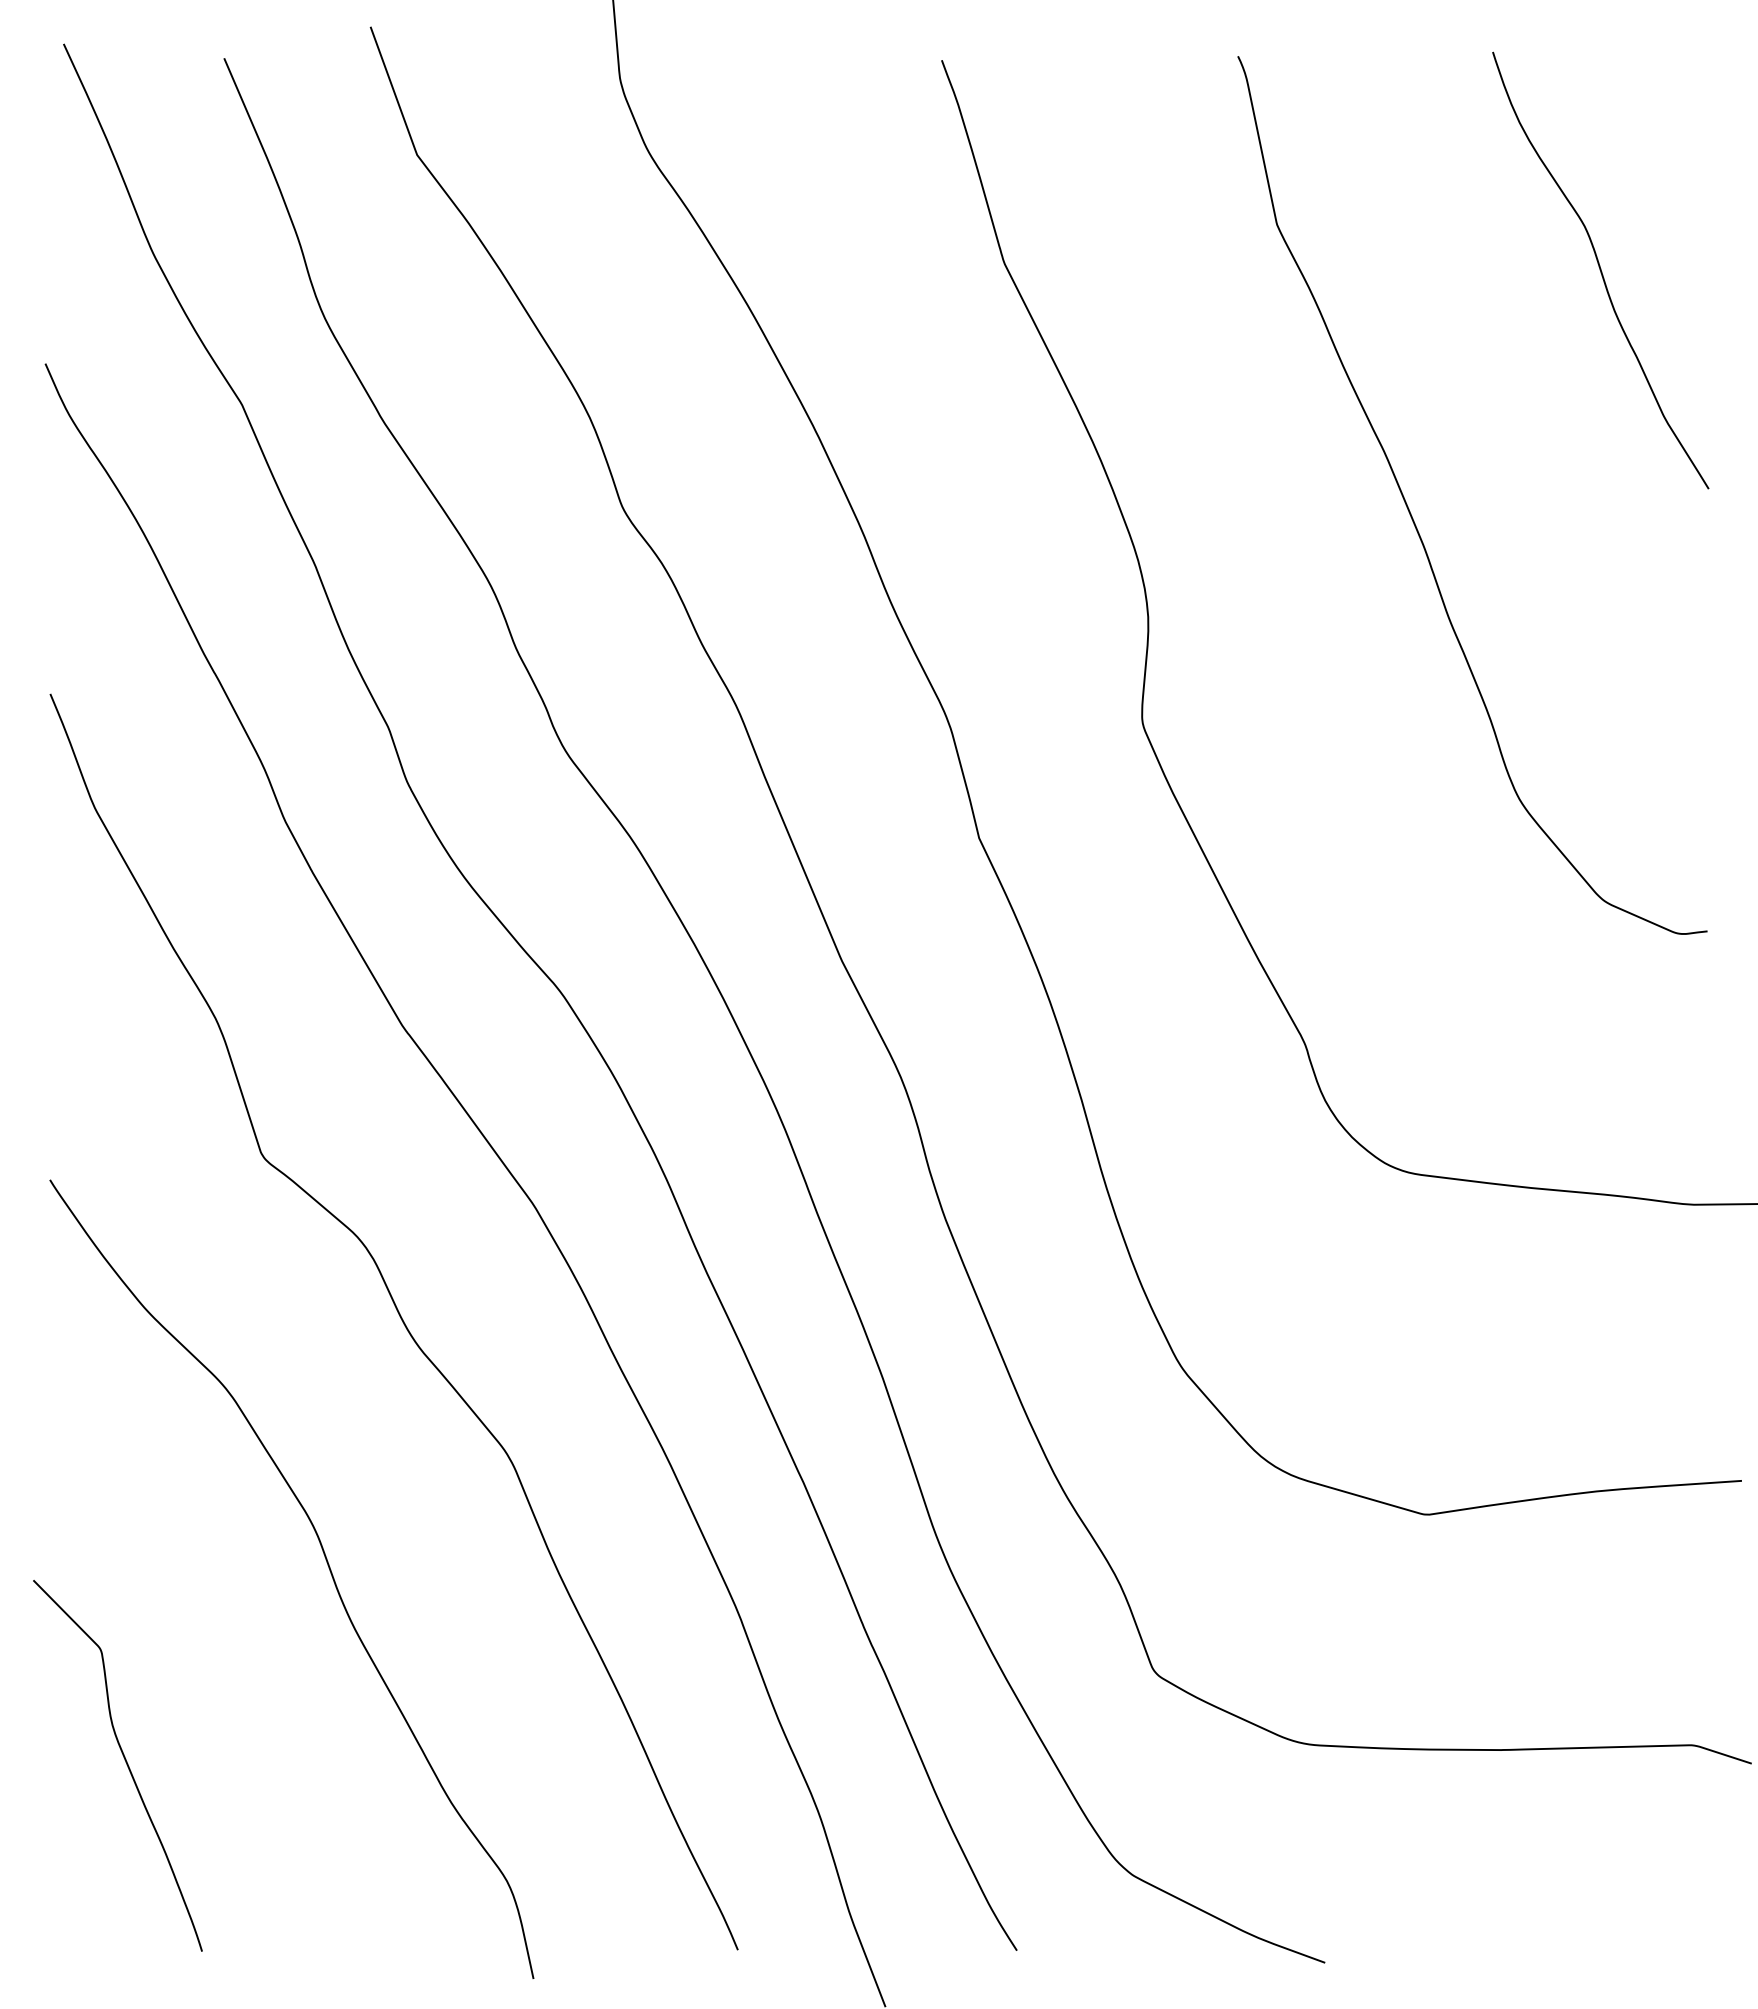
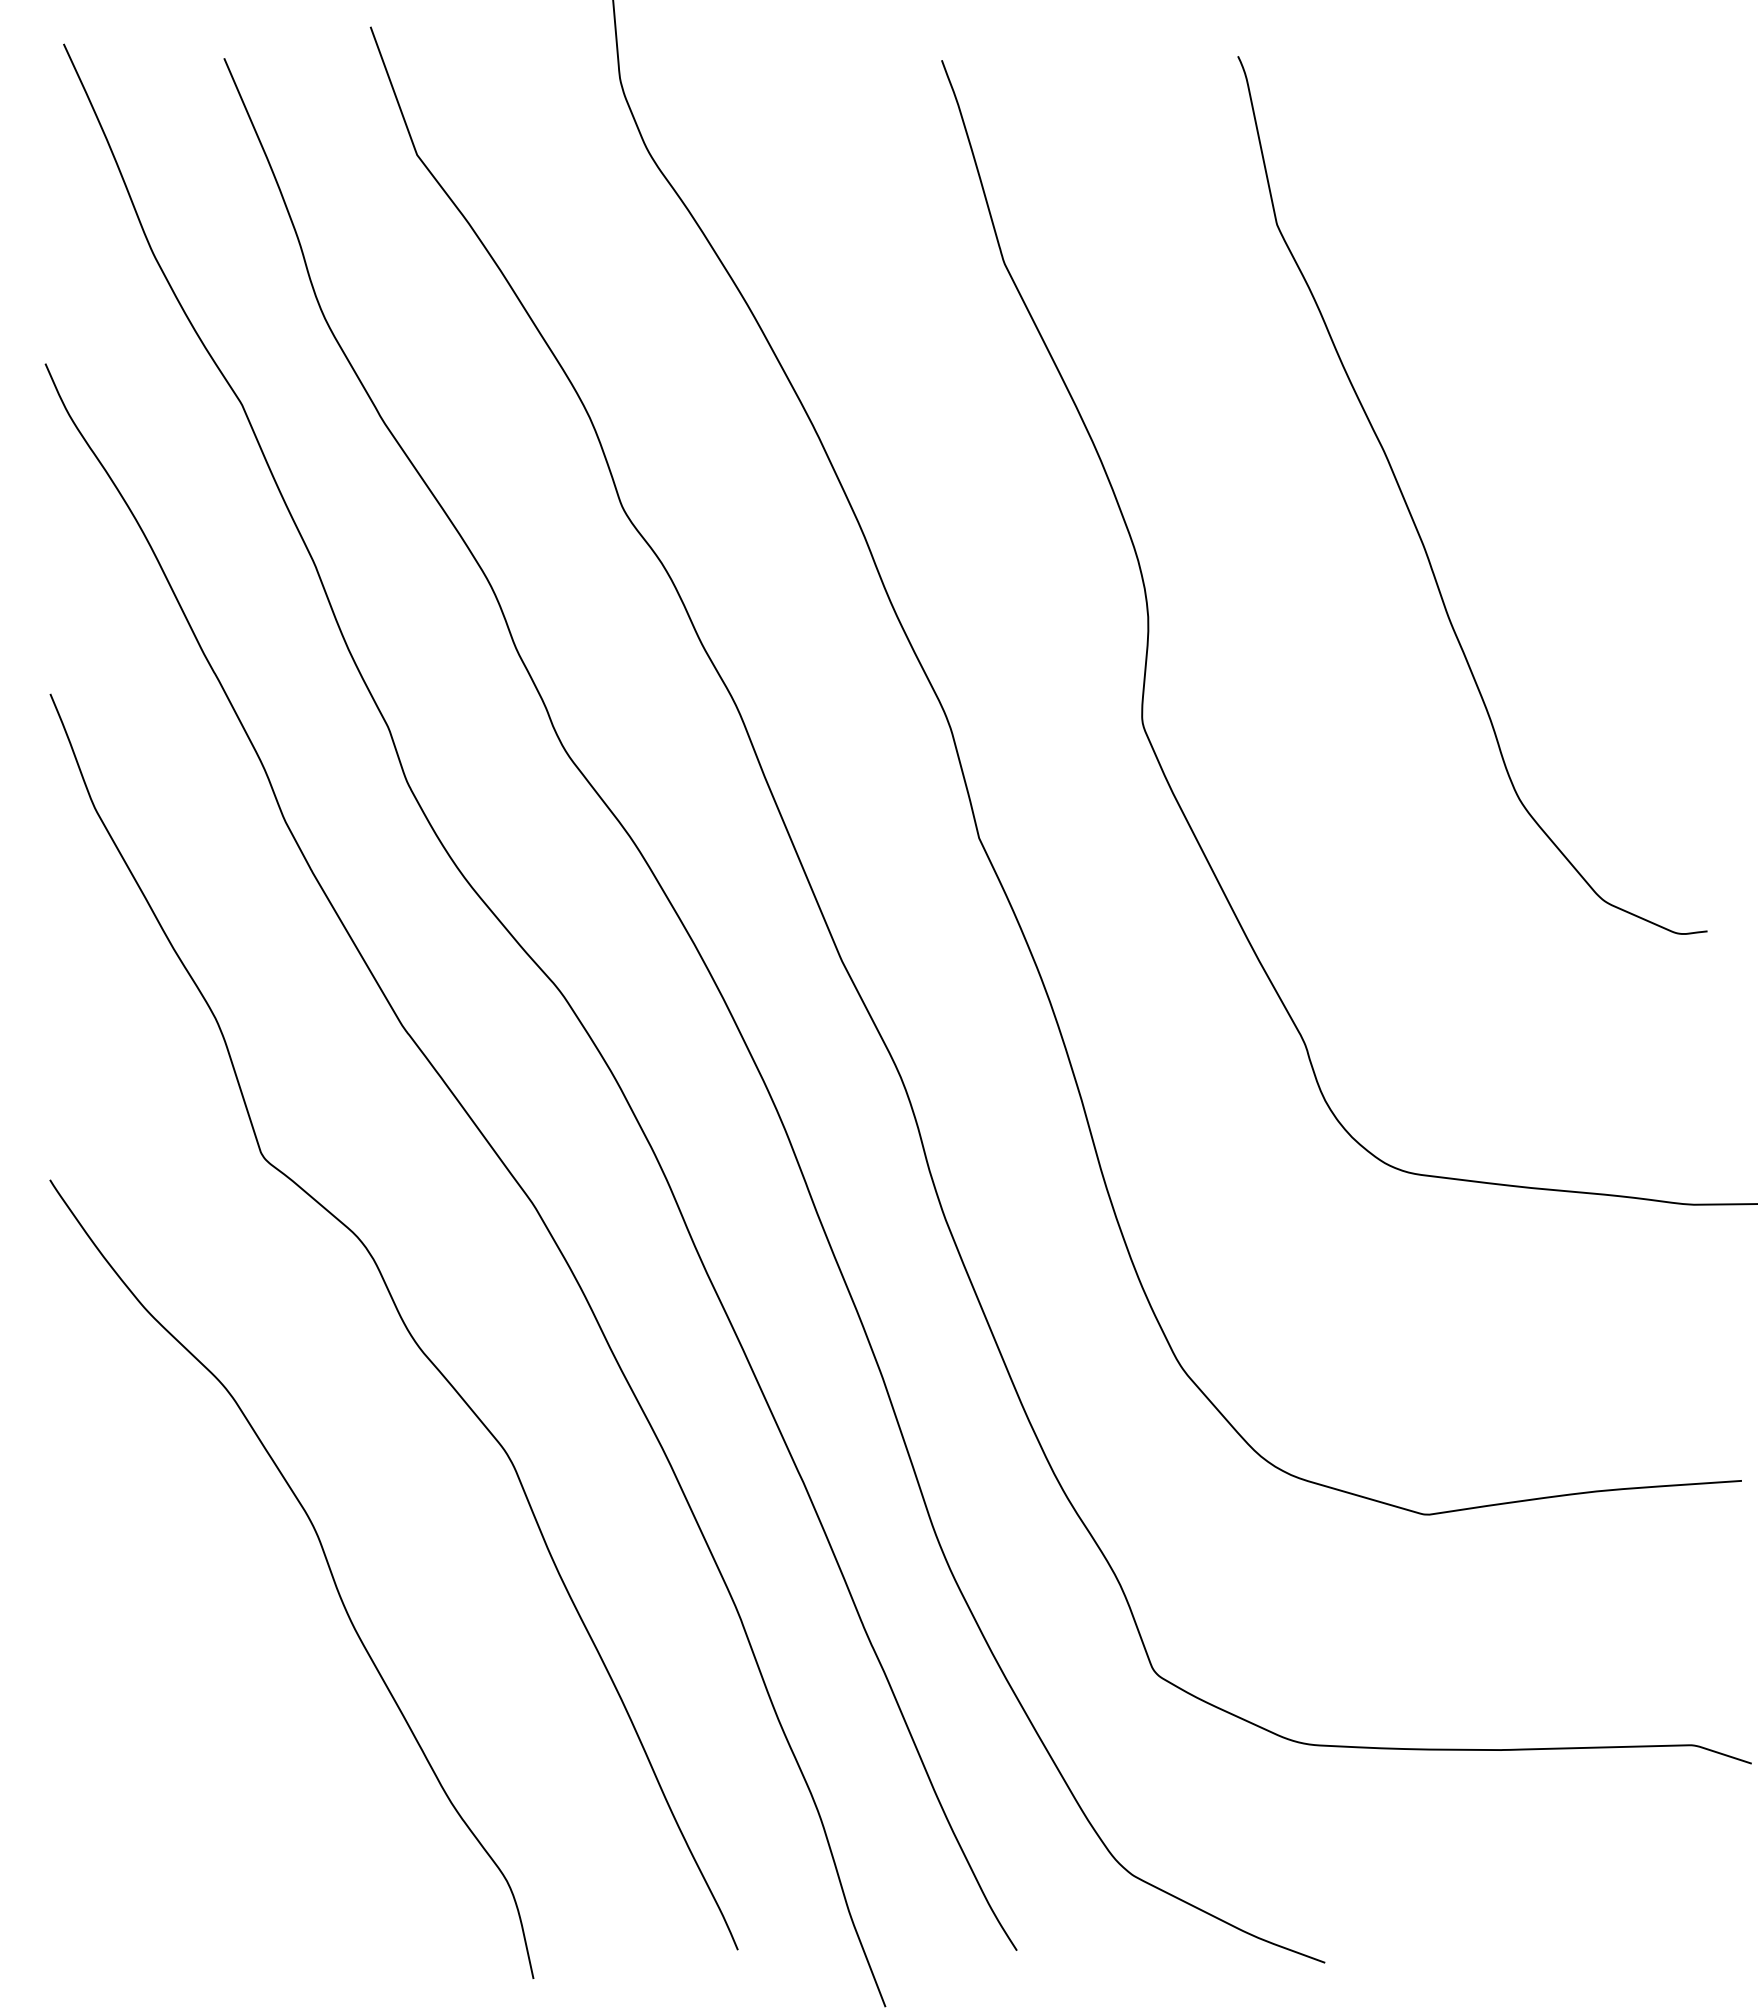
curve at (1600, 270): present -> none
curve at (125, 1762): present -> none
